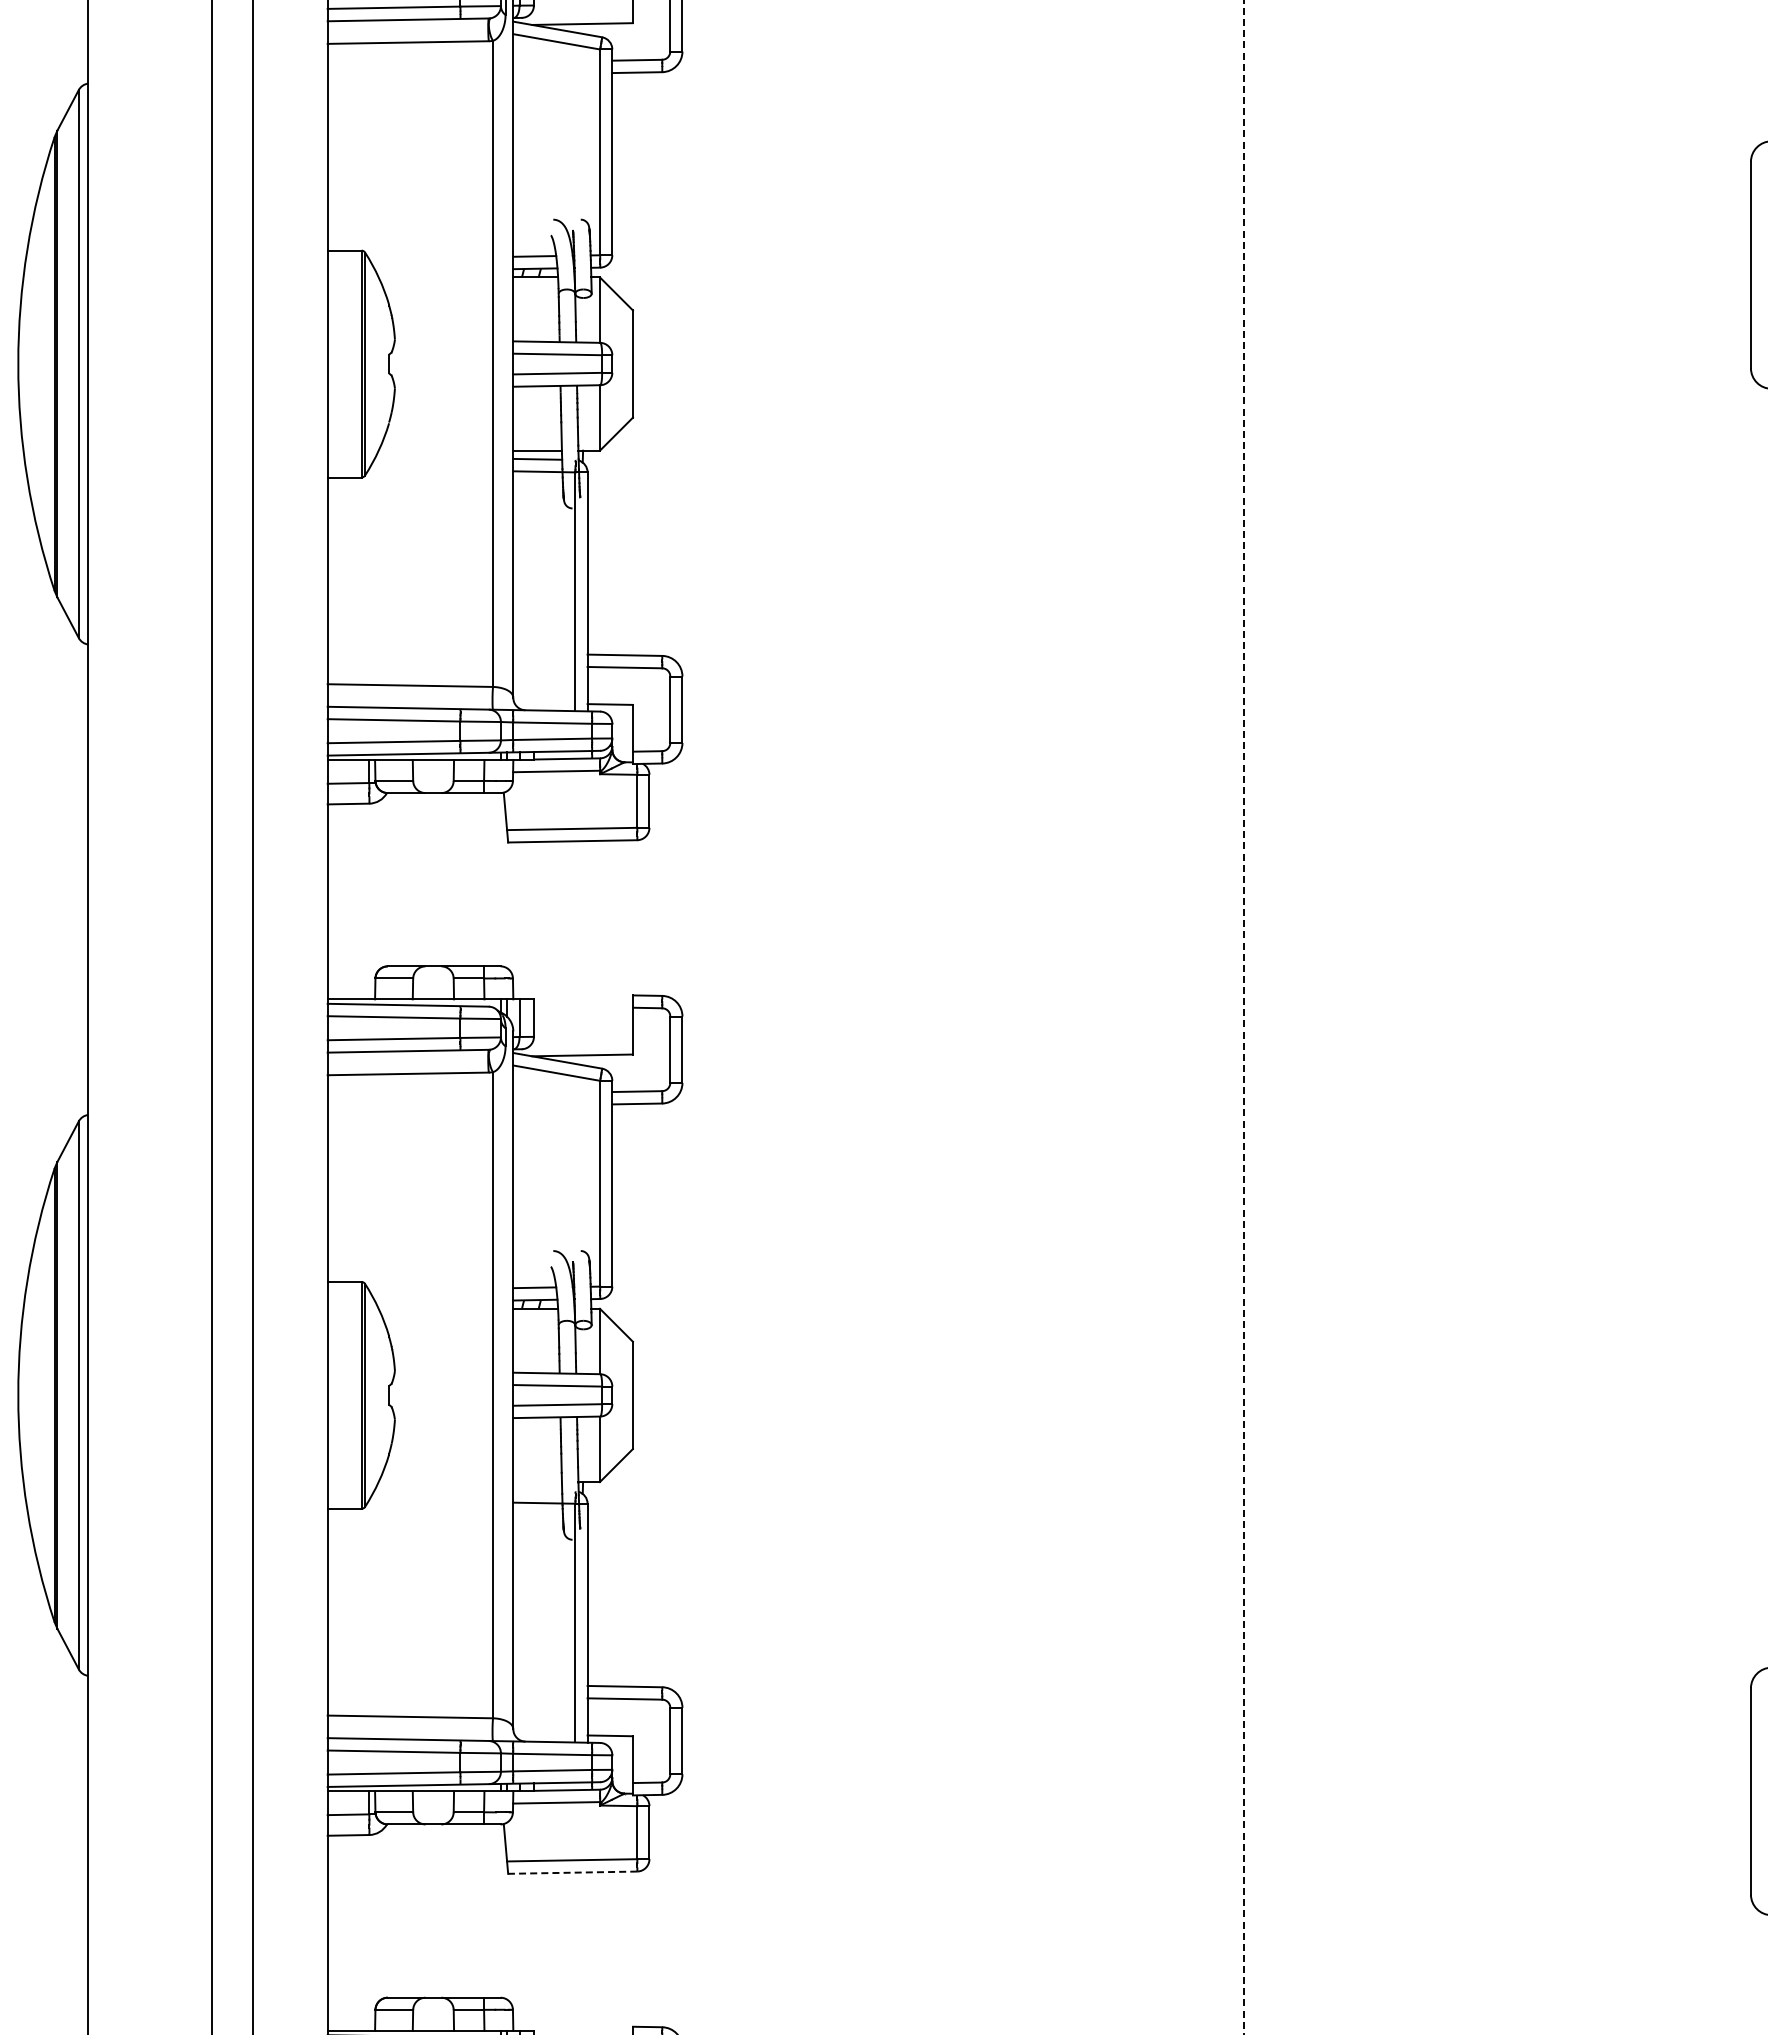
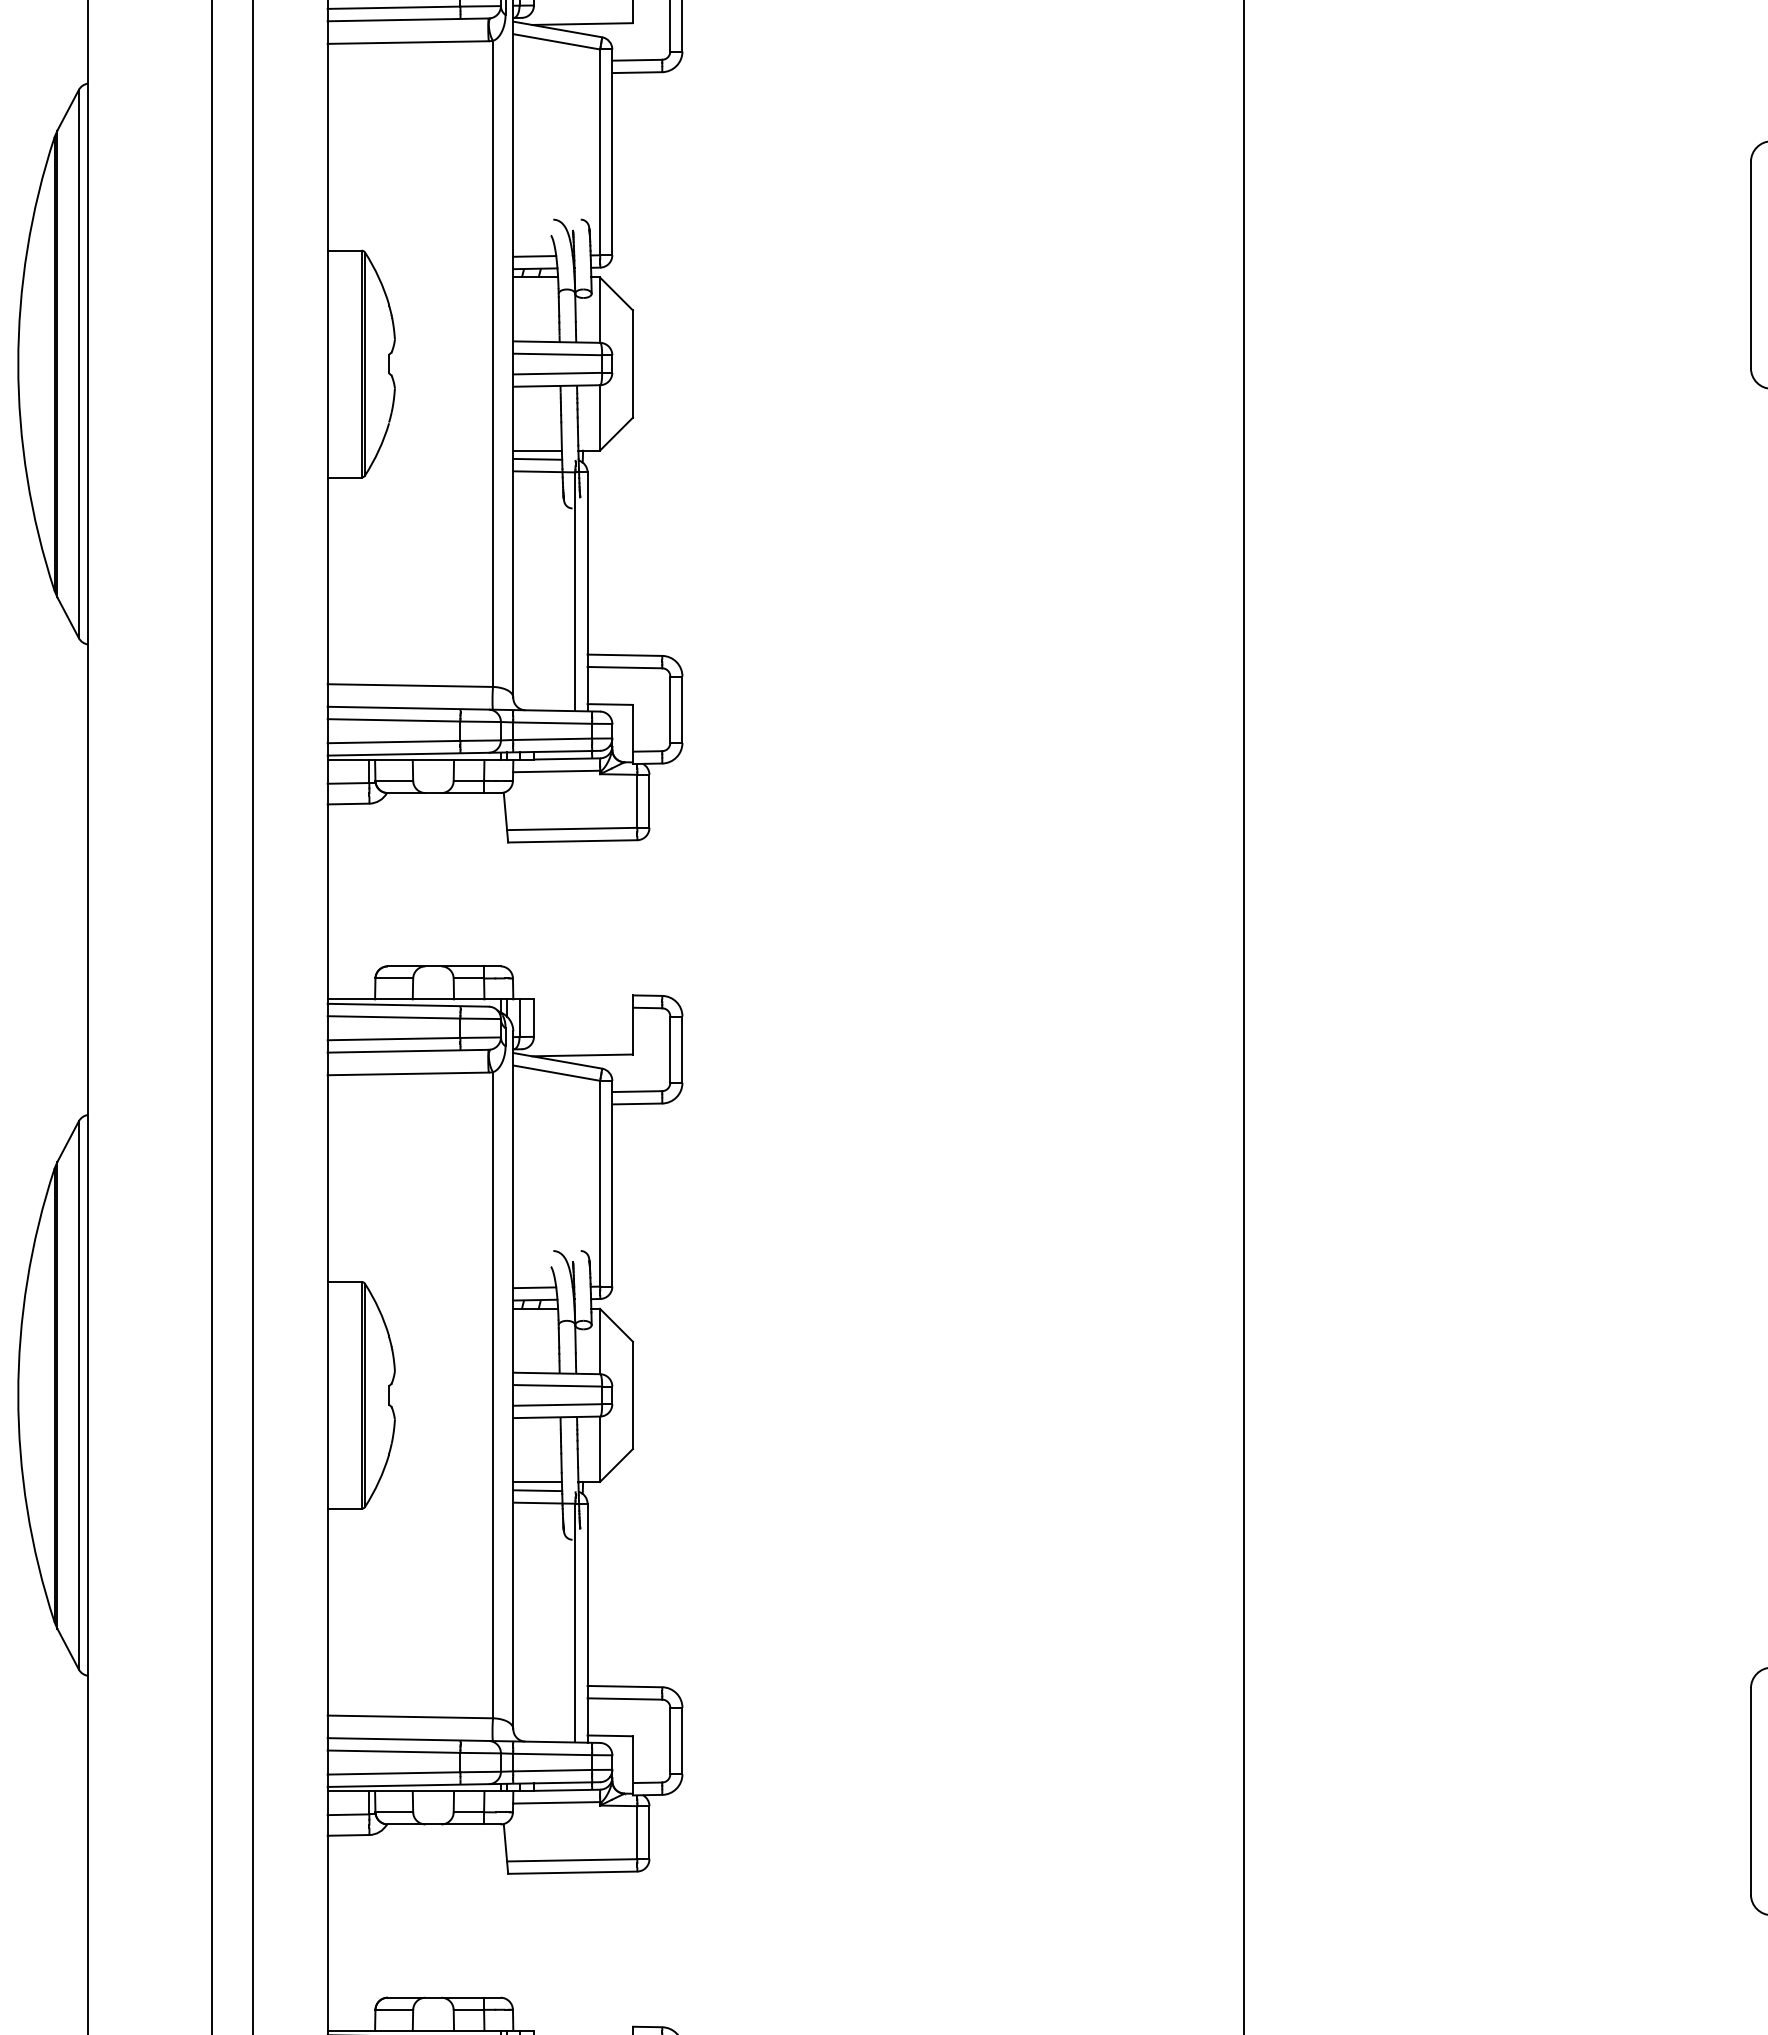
line at (1243, 1017): dashed -> solid
line at (537, 1482): none -> present
line at (537, 1490): none -> present
line at (572, 1872): dashed -> solid
